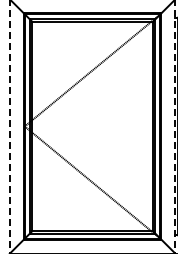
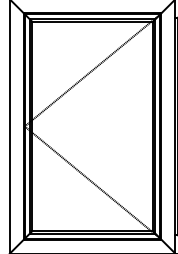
line at (9, 126): dashed -> solid
line at (175, 126): dashed -> solid
